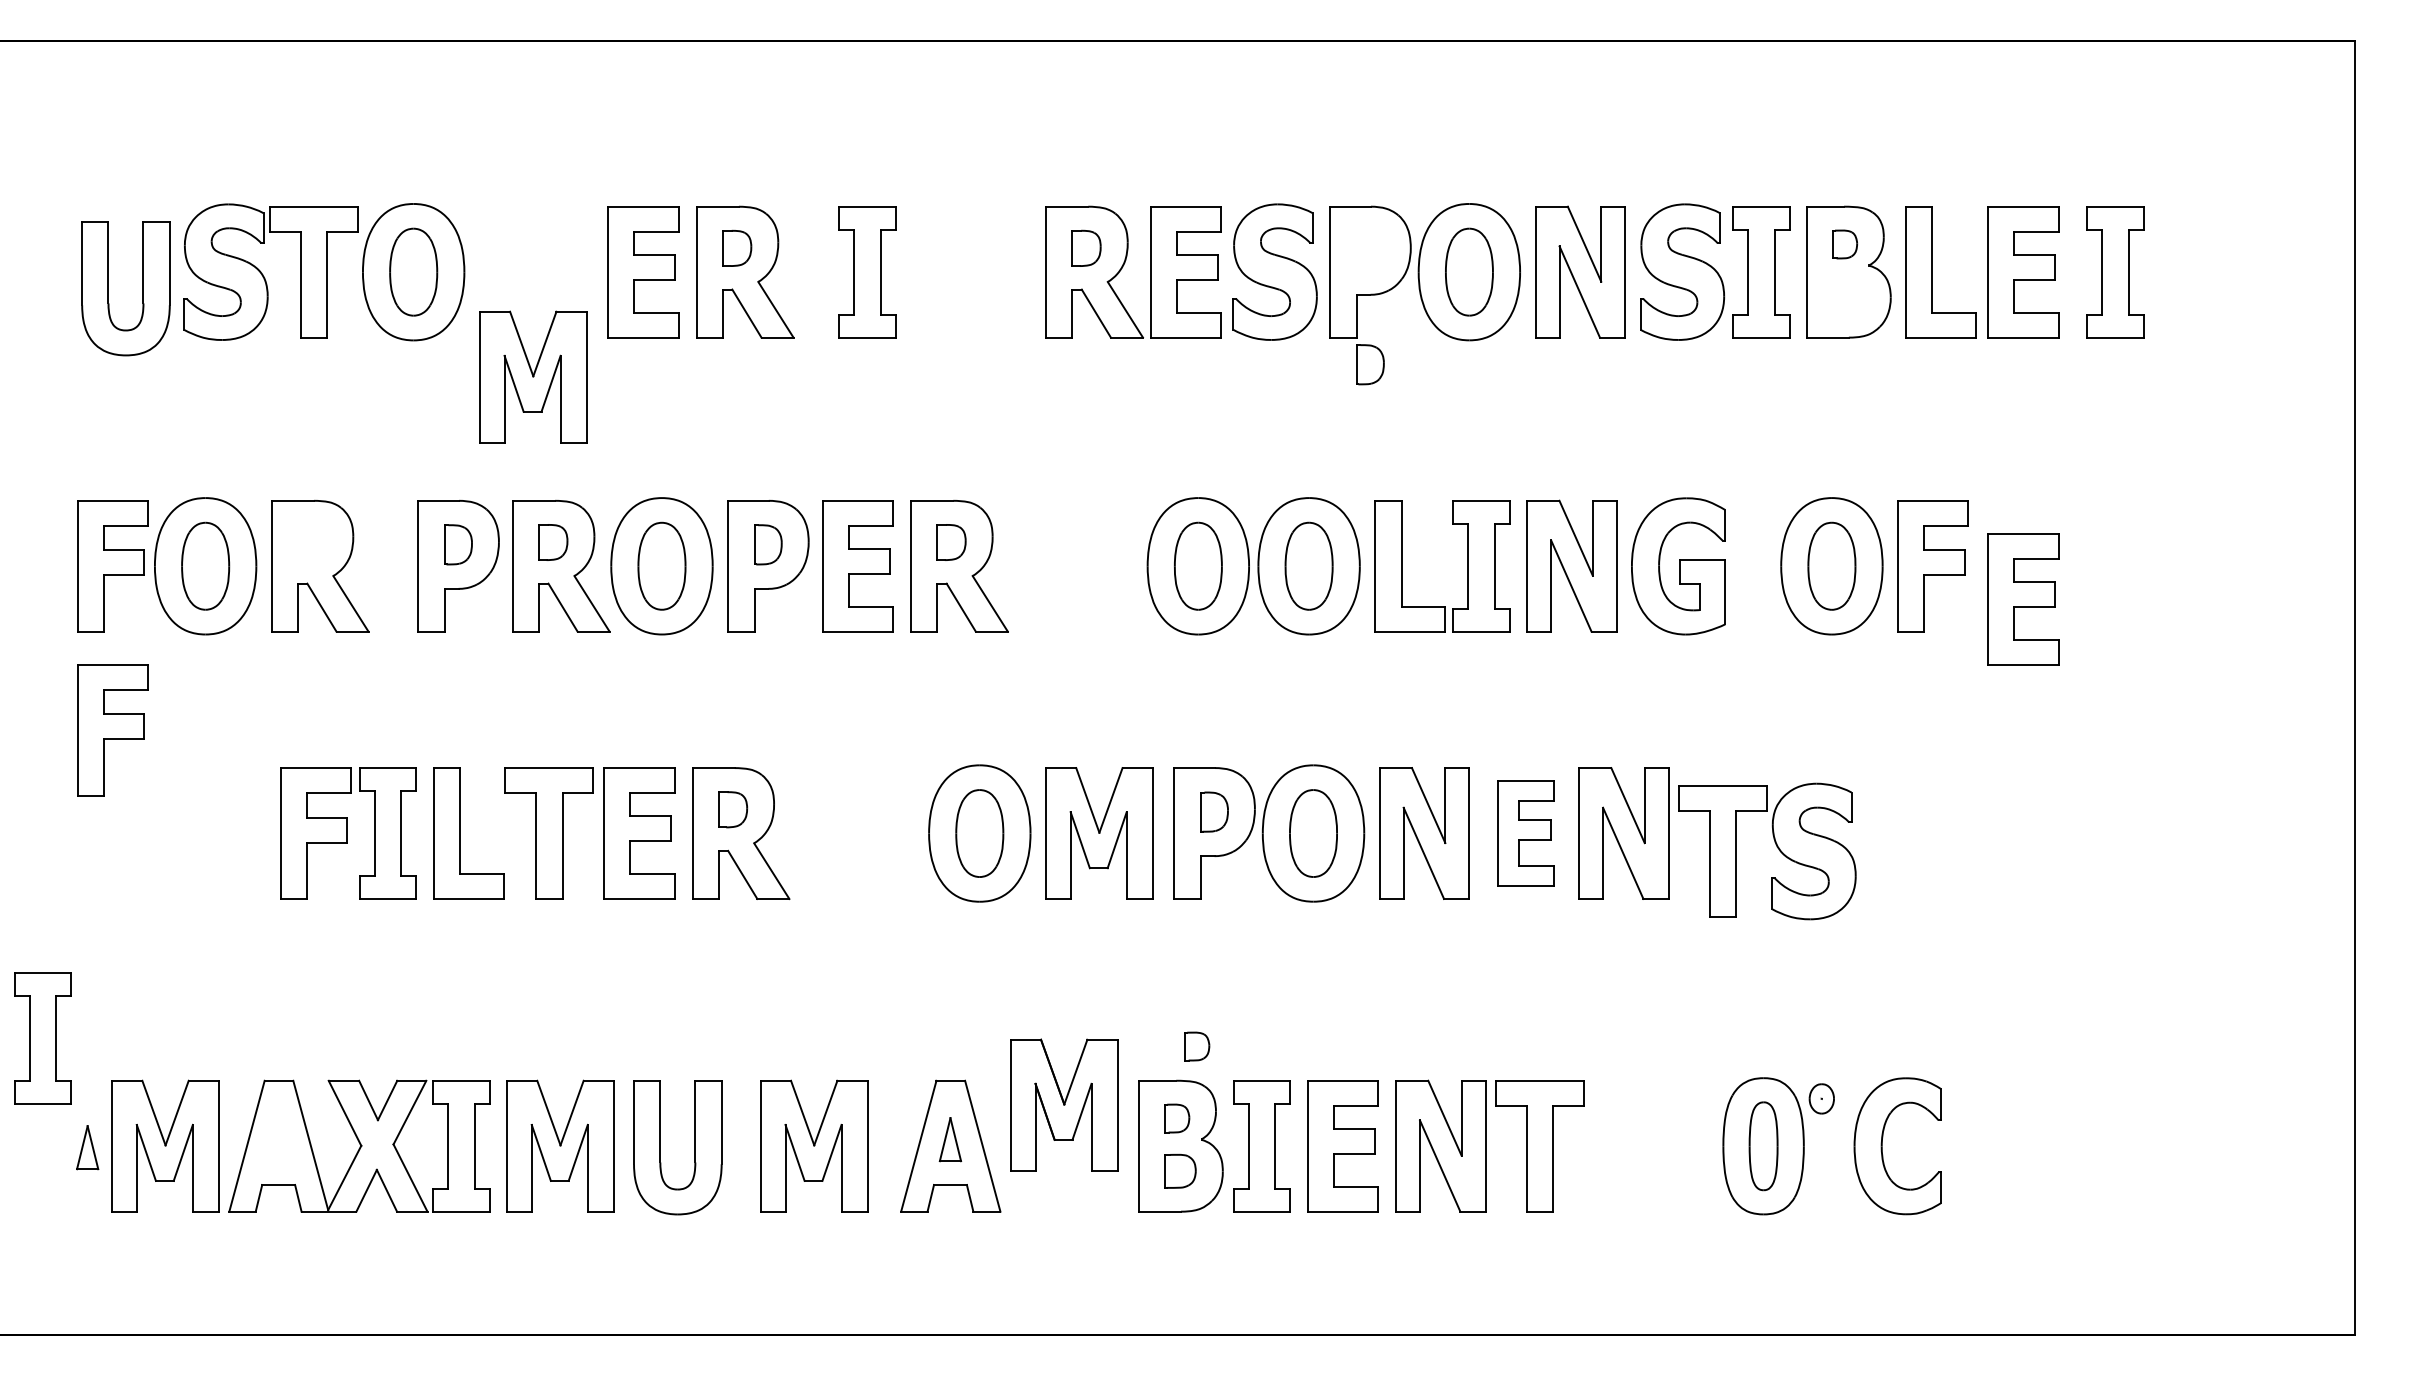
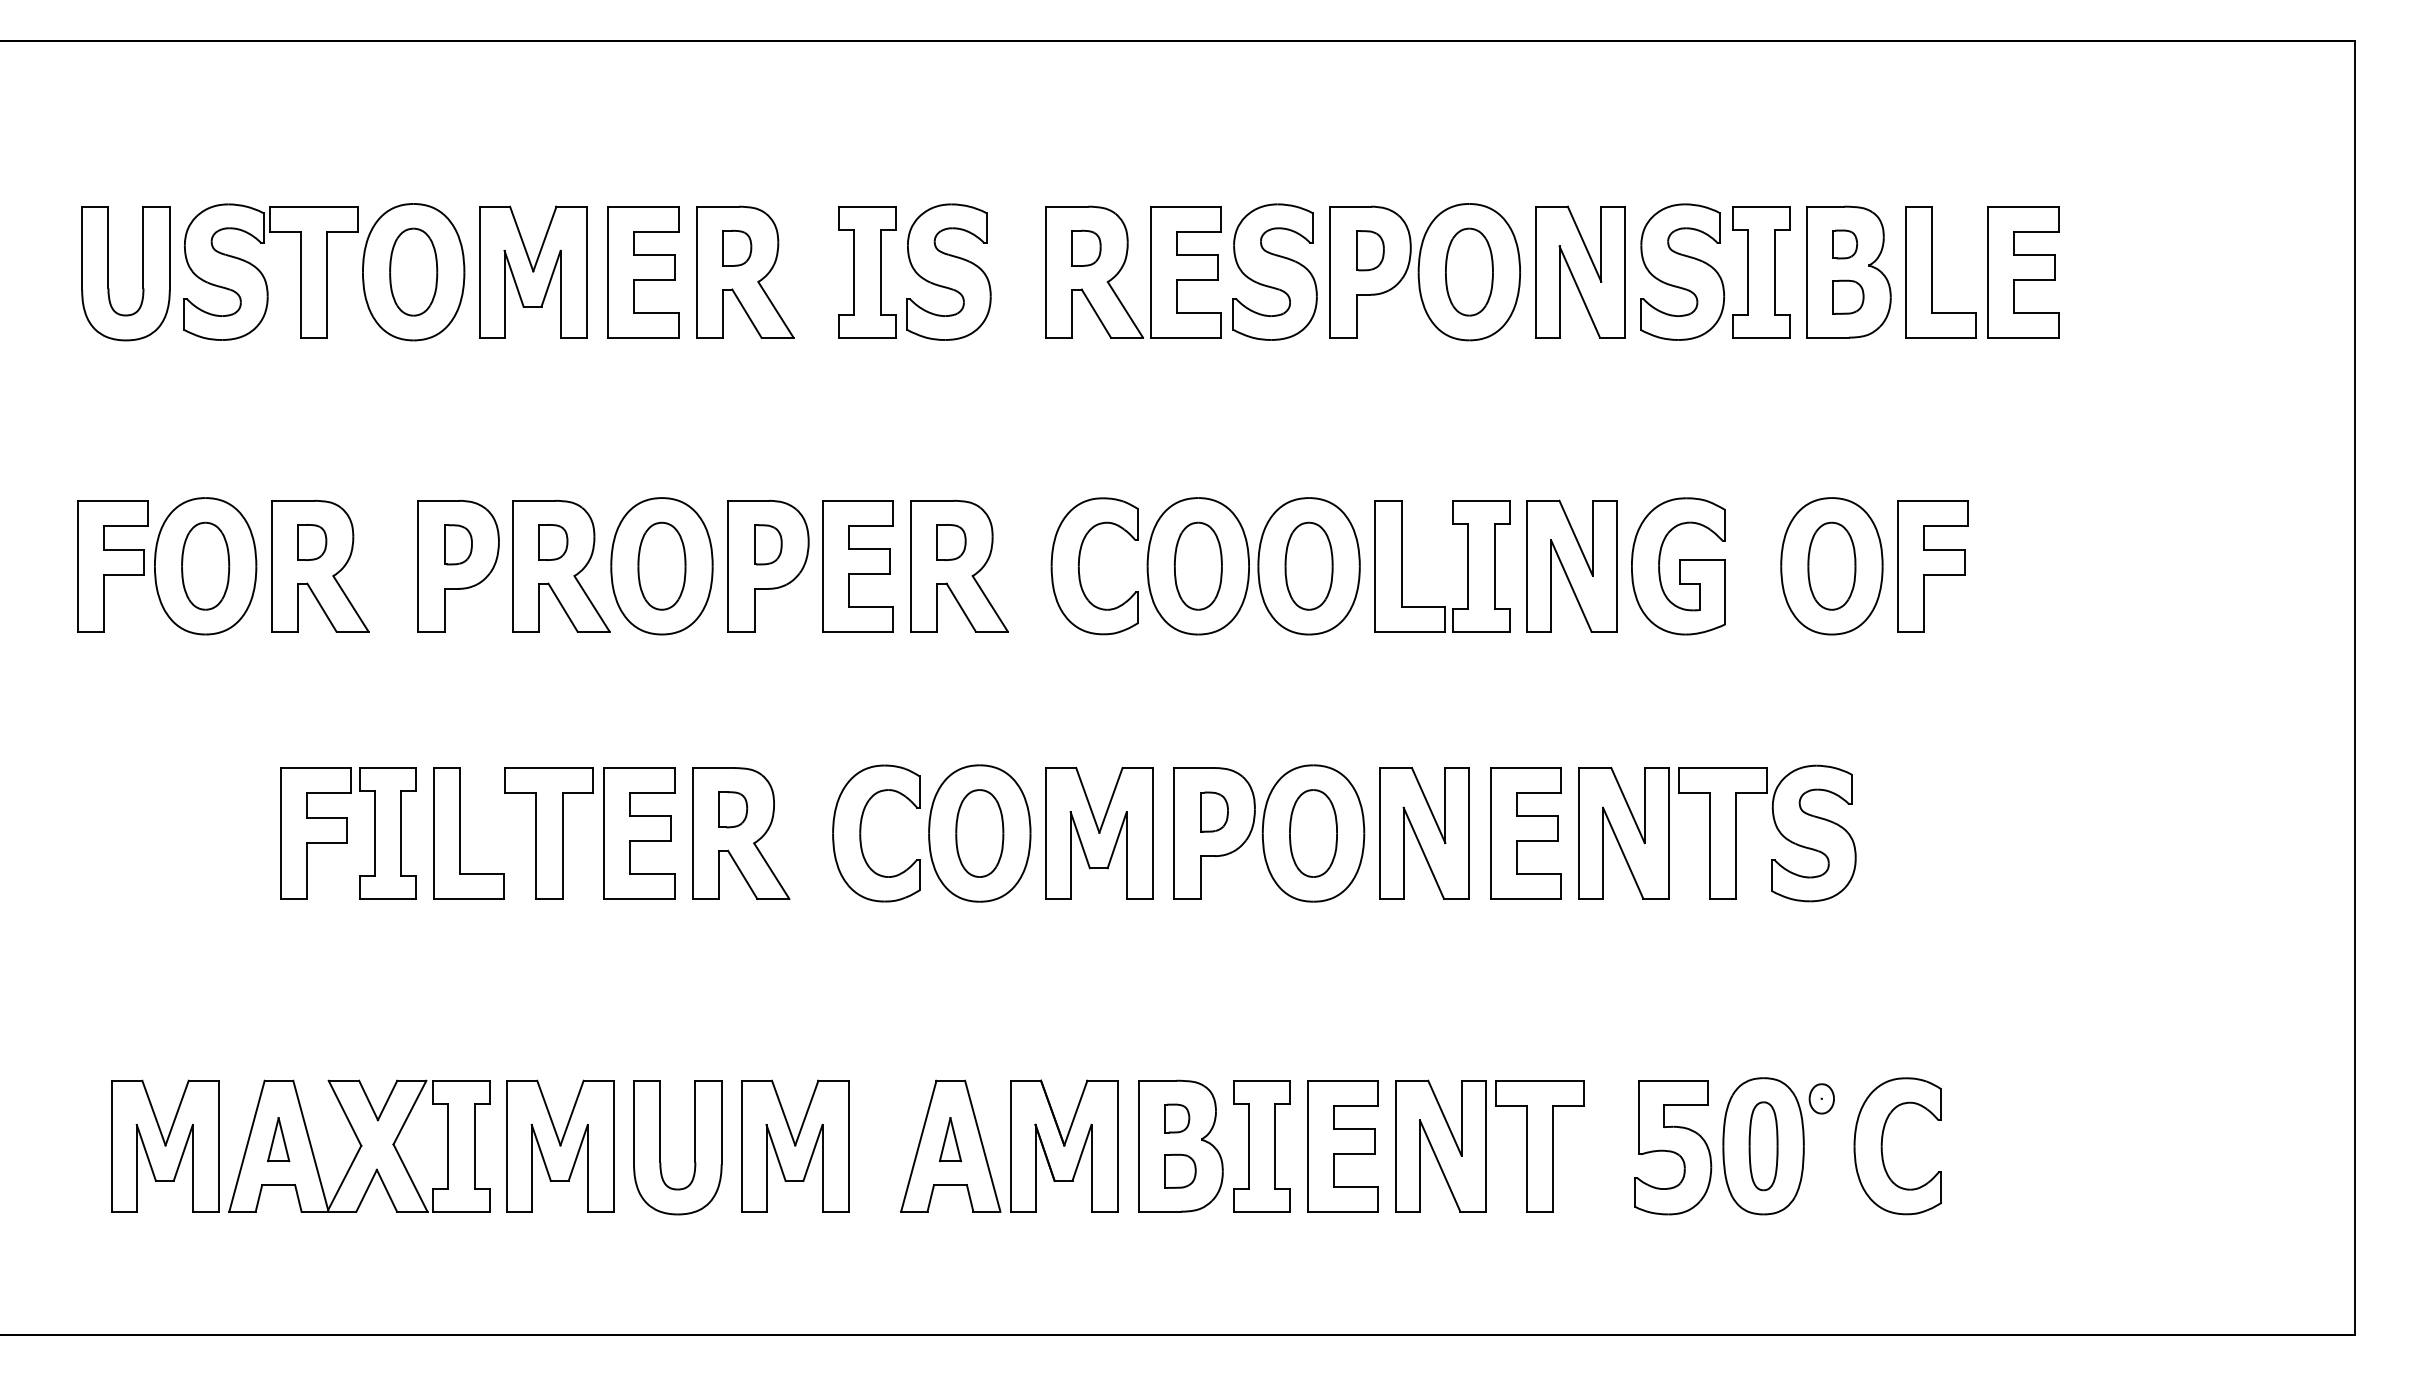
part at (948, 271): none -> present
part at (2115, 272): present -> none
part at (108, 288) position: (108, 288) -> (108, 273)
part at (1848, 296): none -> present
part at (1370, 364) position: (1370, 364) -> (1370, 250)
part at (533, 376) position: (533, 376) -> (533, 271)
part at (312, 542): none -> present
part at (1079, 566): none -> present
part at (2023, 599): present -> none
part at (112, 730): present -> none
part at (861, 833): none -> present
part at (1525, 833) size: 58x107 px -> 72x133 px
part at (1776, 846) position: (1776, 846) -> (1776, 828)
part at (42, 1038): present -> none
part at (1197, 1046): present -> none
part at (1064, 1104) position: (1064, 1104) -> (1064, 1145)
part at (814, 1145) position: (814, 1145) -> (795, 1145)
part at (87, 1147) position: (87, 1147) -> (278, 1139)
part at (1673, 1147): none -> present
